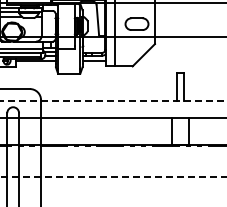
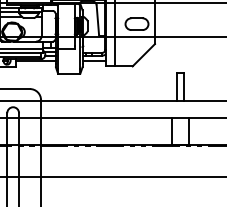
line at (113, 101): dashed -> solid
line at (113, 176): dashed -> solid
